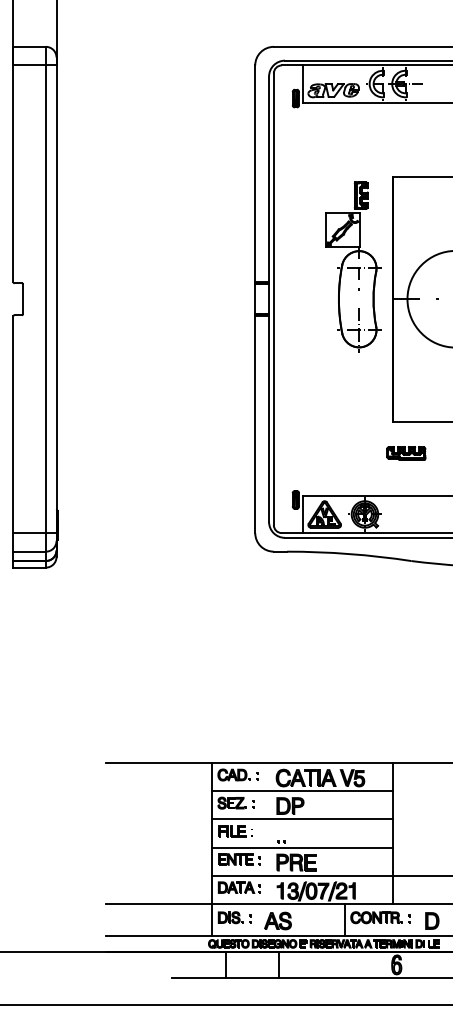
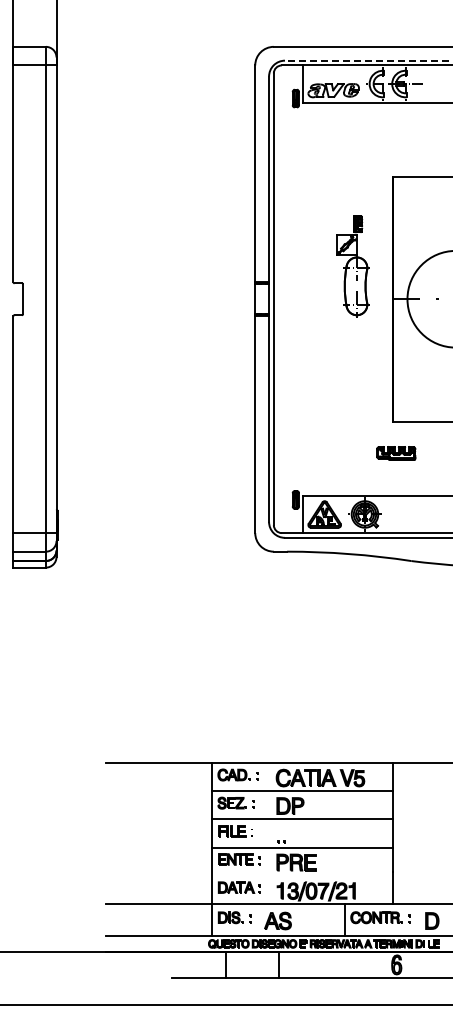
line at (368, 60): solid -> dashed
part at (353, 266) size: 57x172 px -> 34x103 px
part at (406, 453) position: (406, 453) -> (396, 453)
line at (330, 875): present -> none
